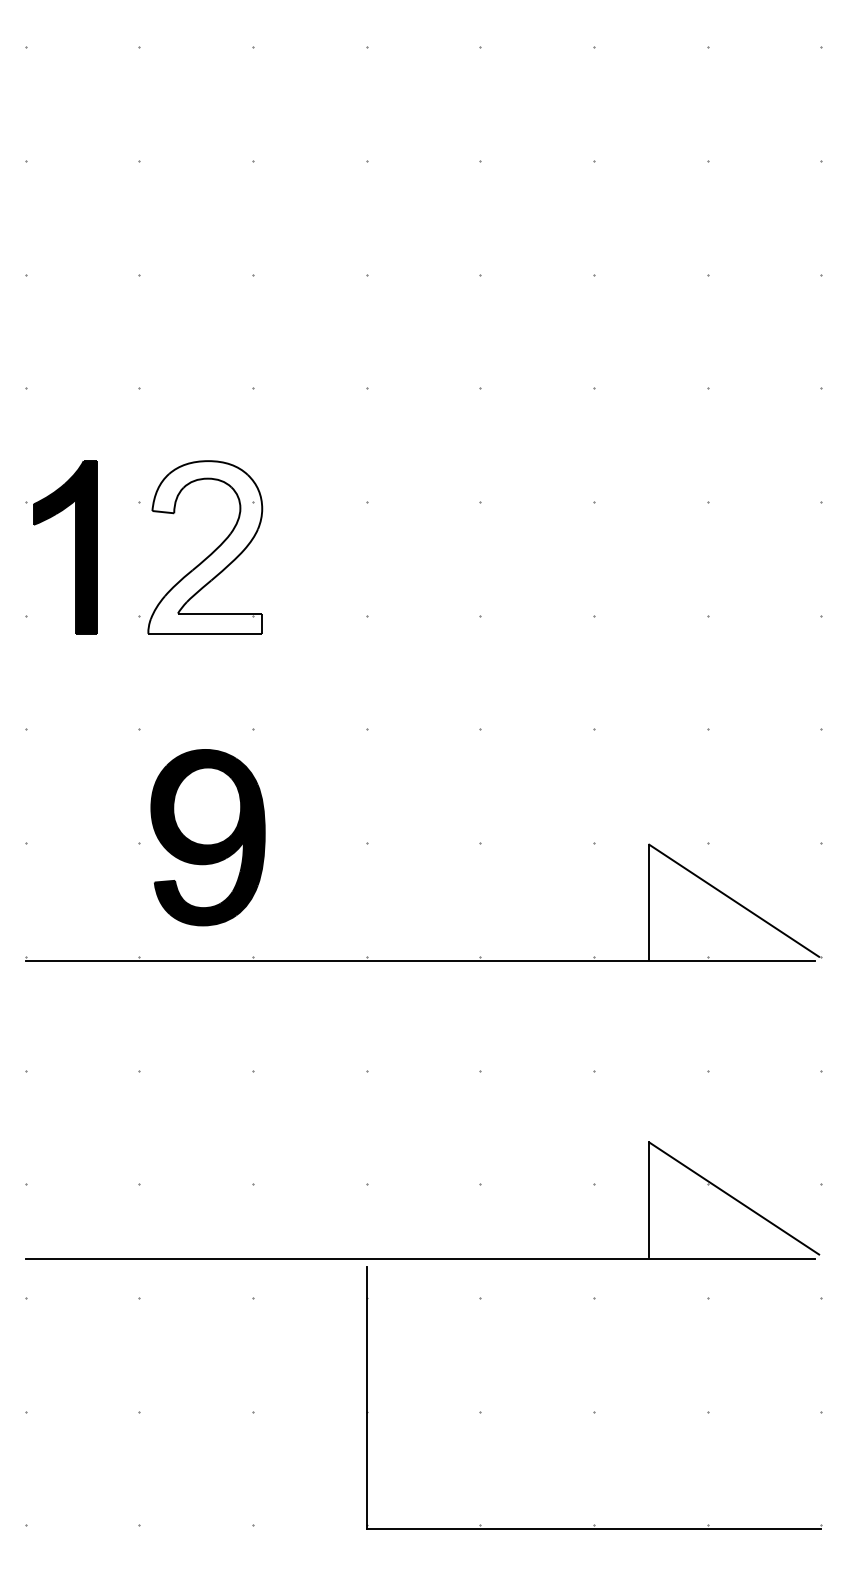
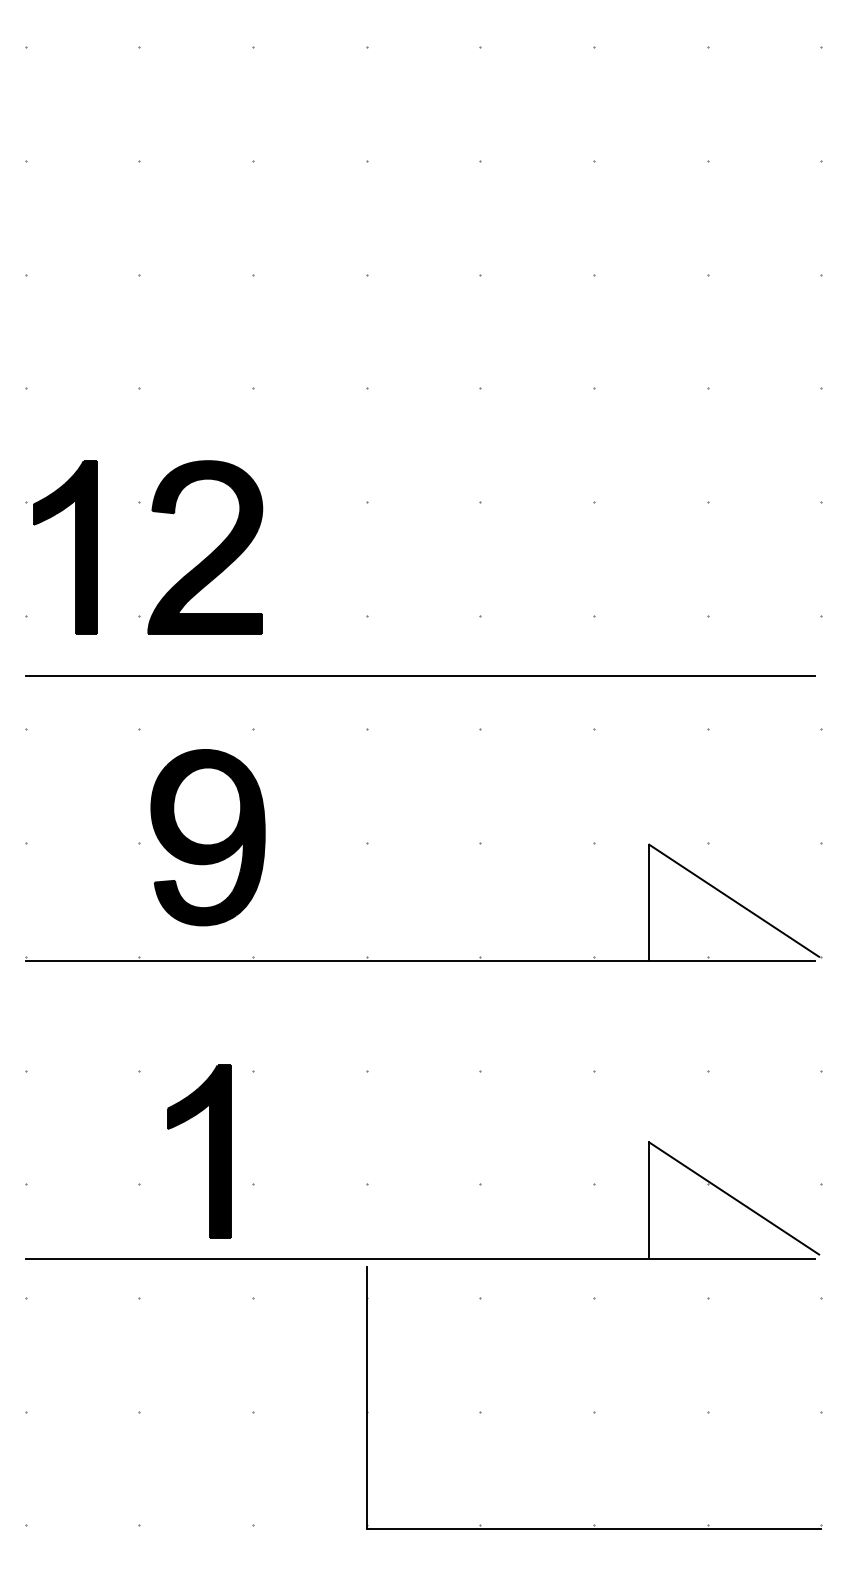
fill at (205, 547): none -> present
line at (419, 675): none -> present
part at (209, 1151): none -> present
